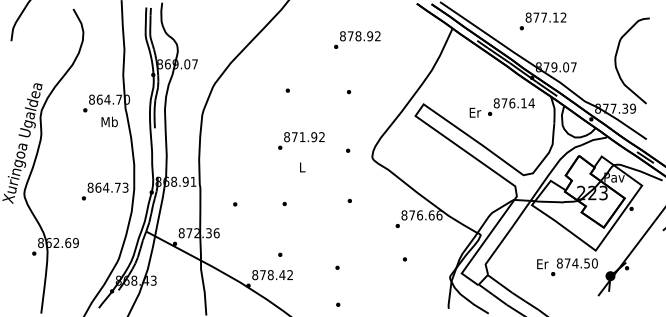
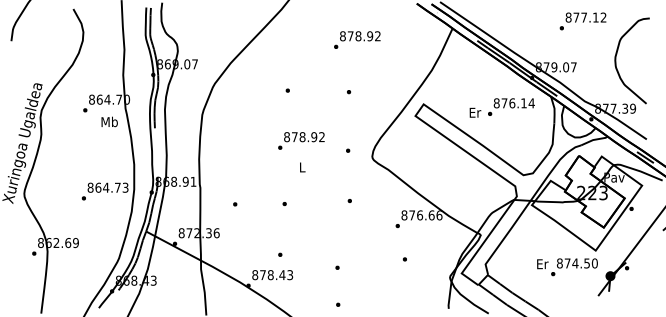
text at (542, 21) position: (542, 21) -> (582, 21)
text at (302, 137): 871.92 -> 878.92
text at (290, 275): 878.42 -> 878.43
